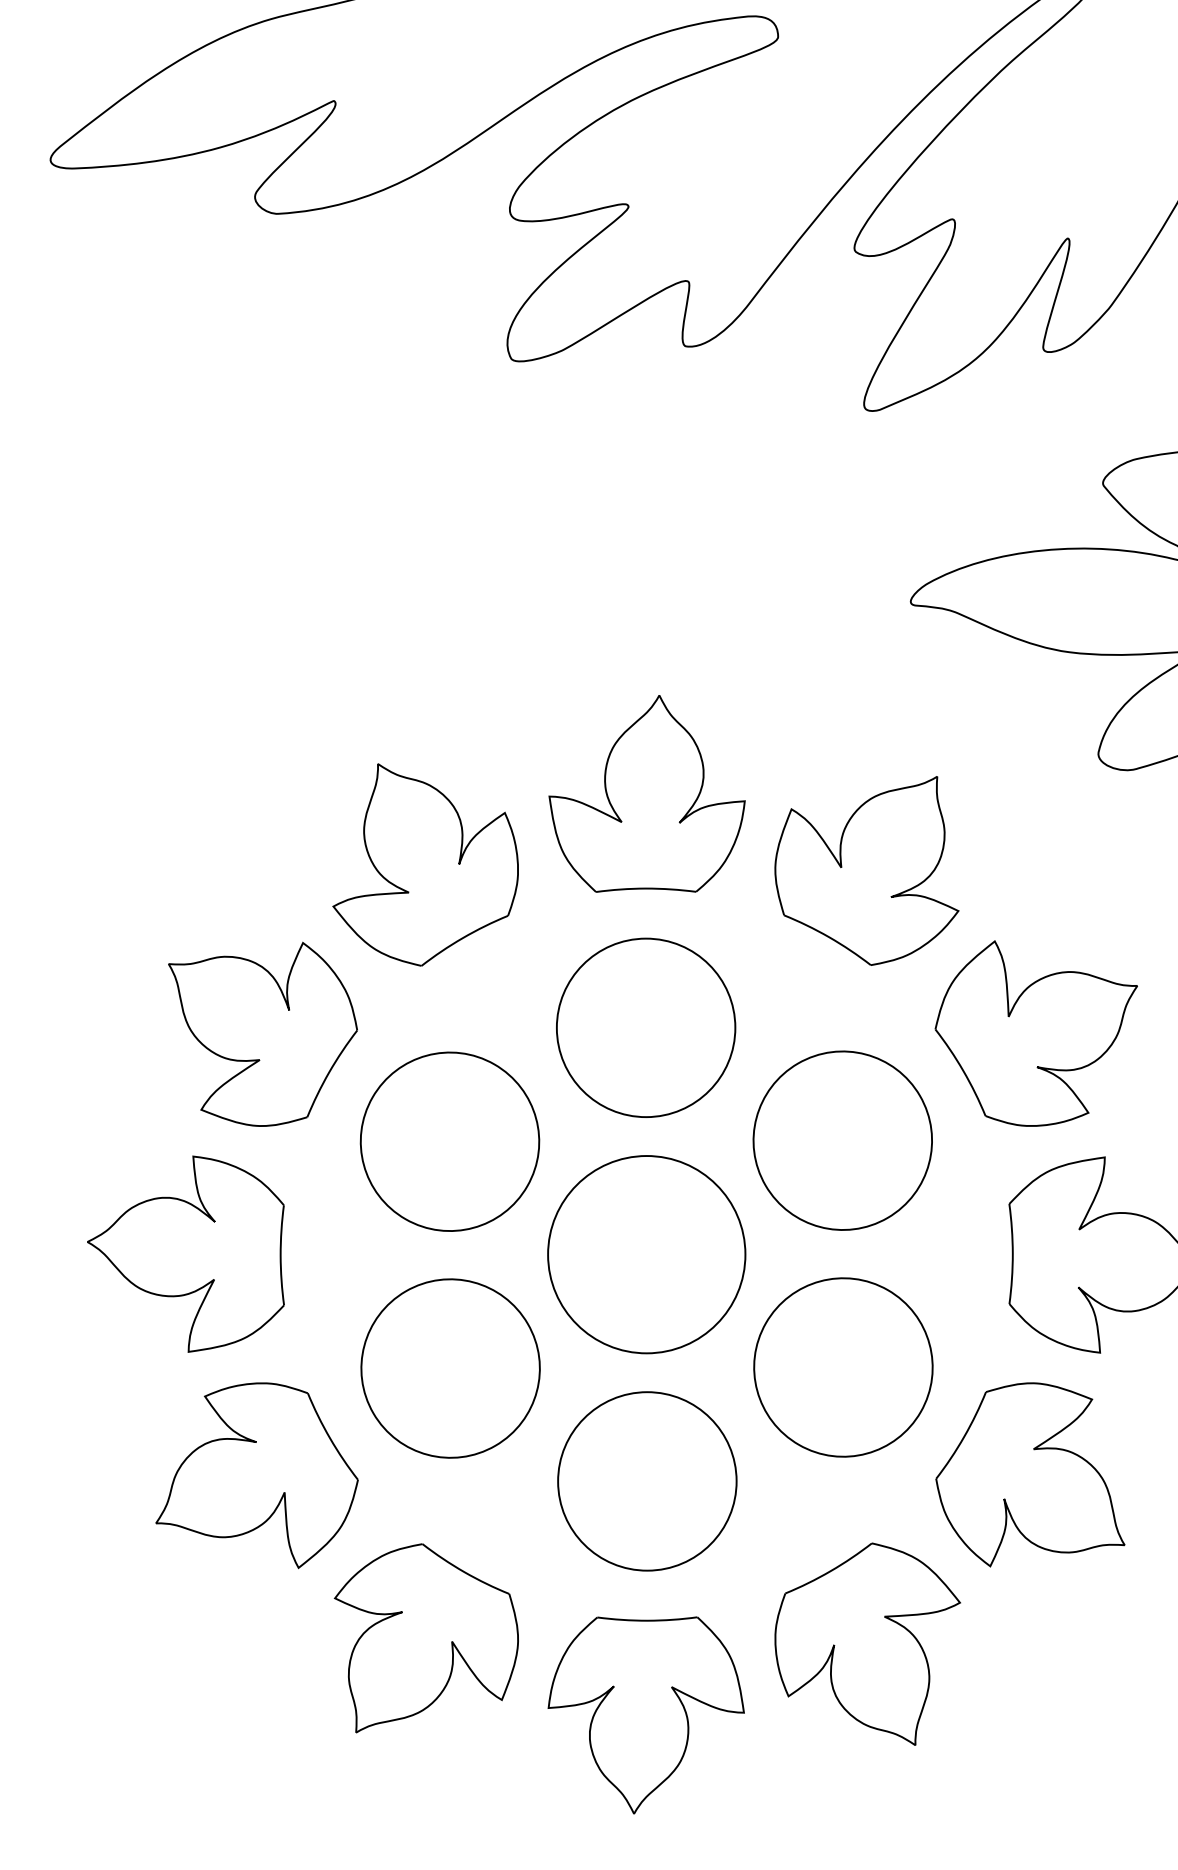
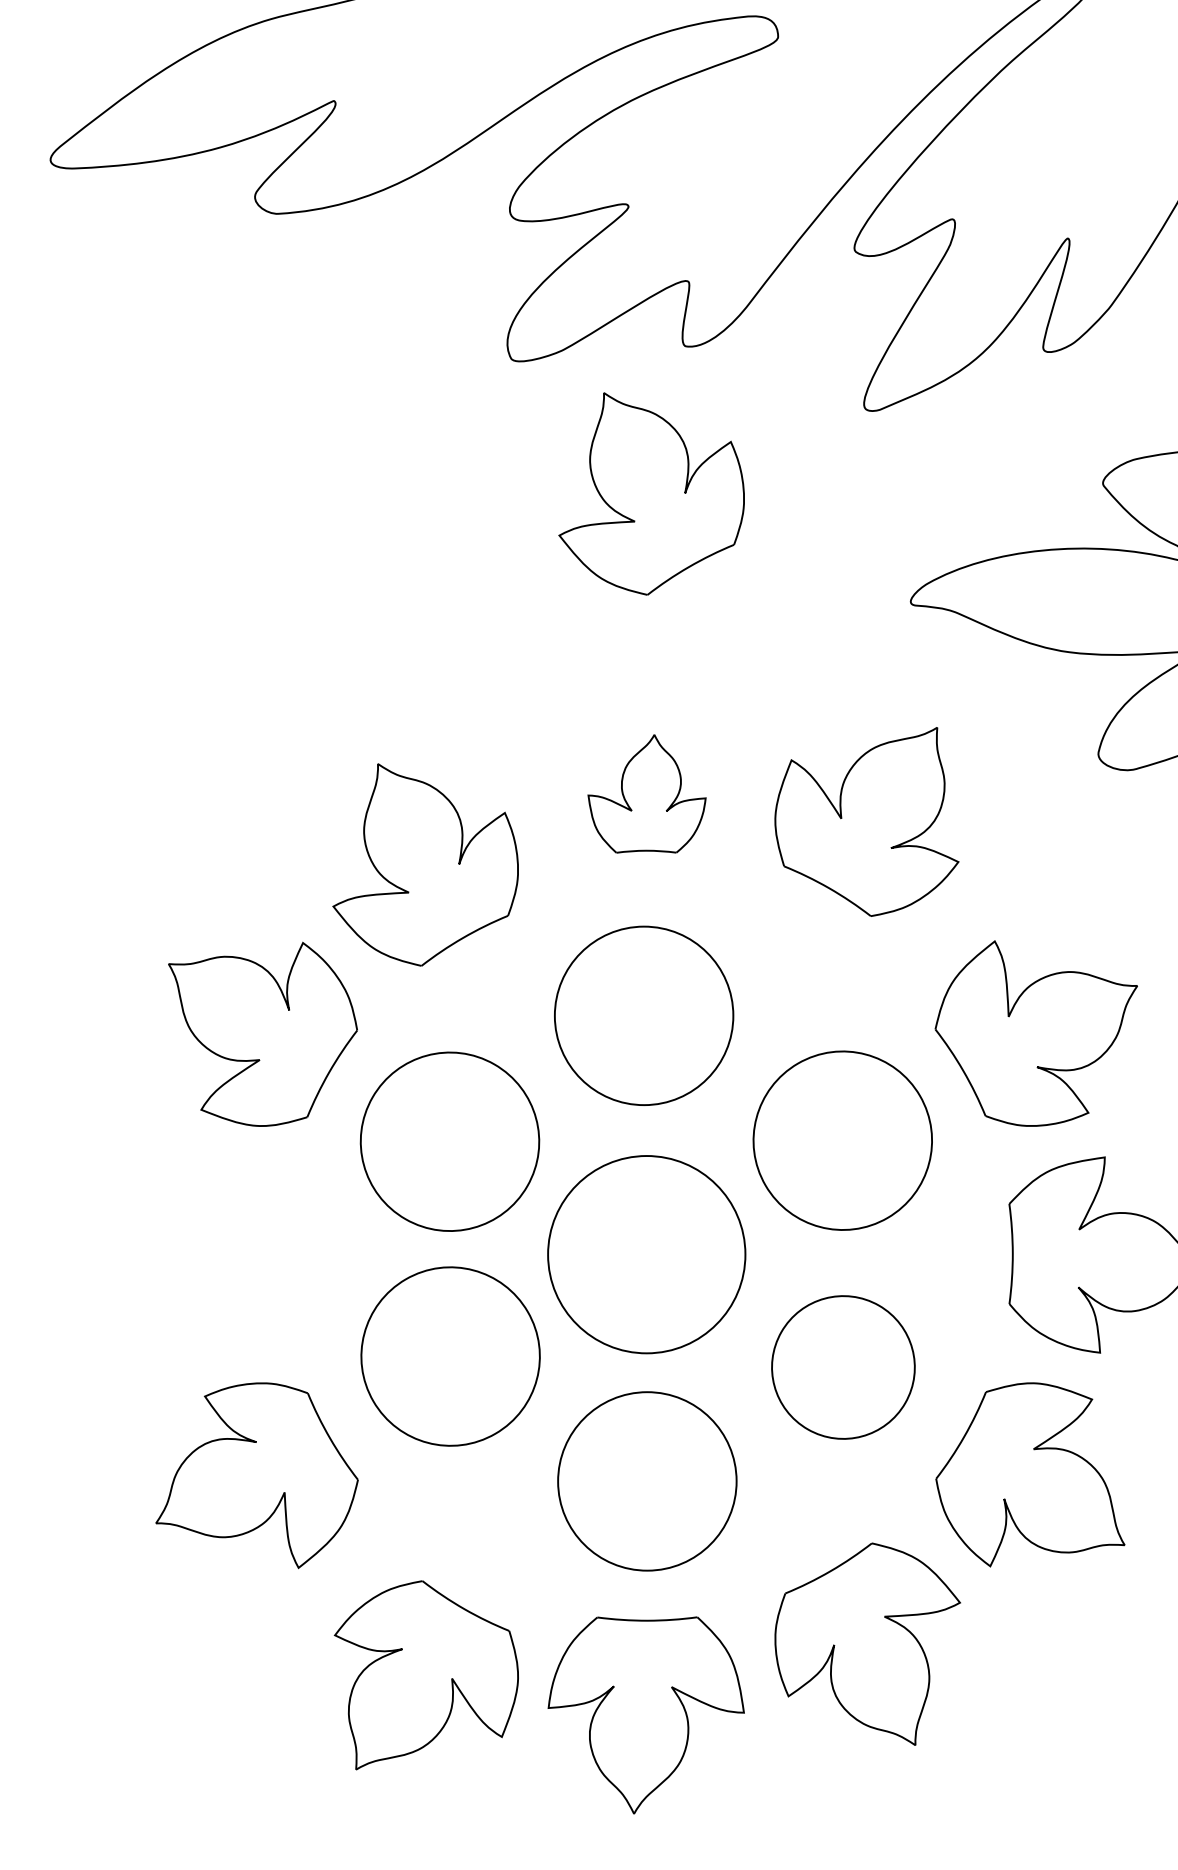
part at (651, 493): none -> present
part at (646, 793) size: 198x198 px -> 120x120 px
part at (866, 870) position: (866, 870) -> (866, 821)
part at (646, 1027) position: (646, 1027) -> (644, 1015)
part at (185, 1253): present -> none
part at (843, 1367) size: 181x181 px -> 145x145 px
part at (450, 1368) position: (450, 1368) -> (450, 1356)
part at (425, 1638) position: (425, 1638) -> (425, 1675)
